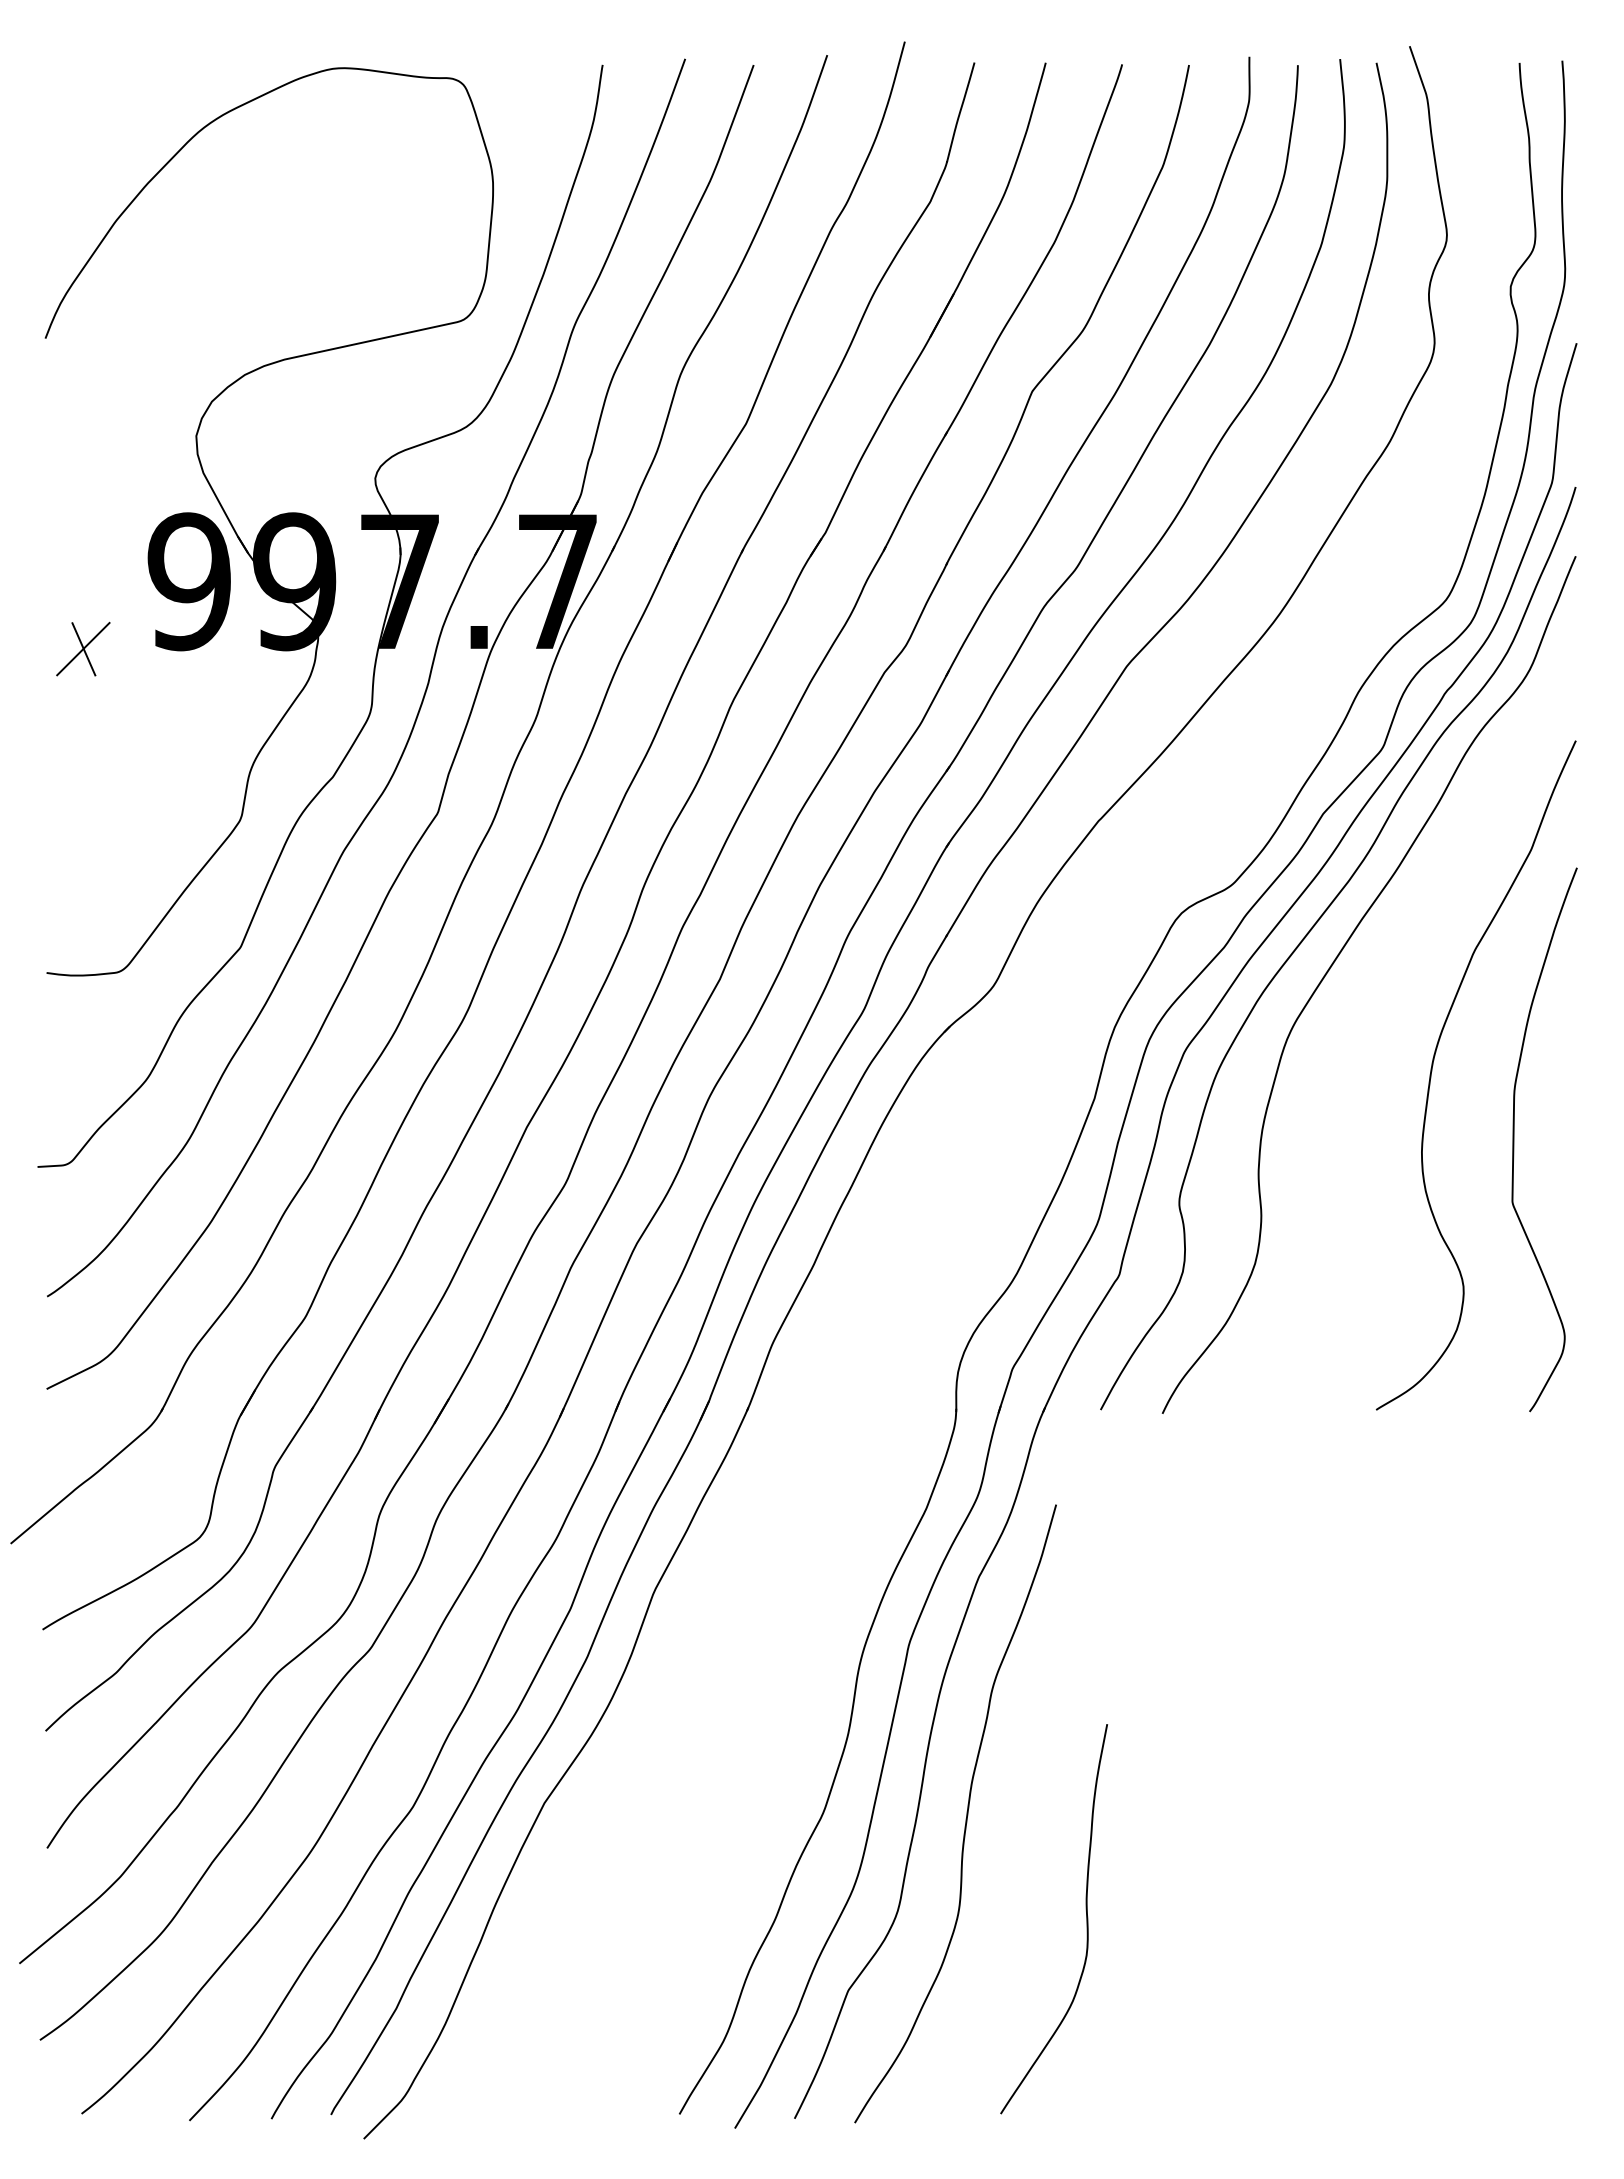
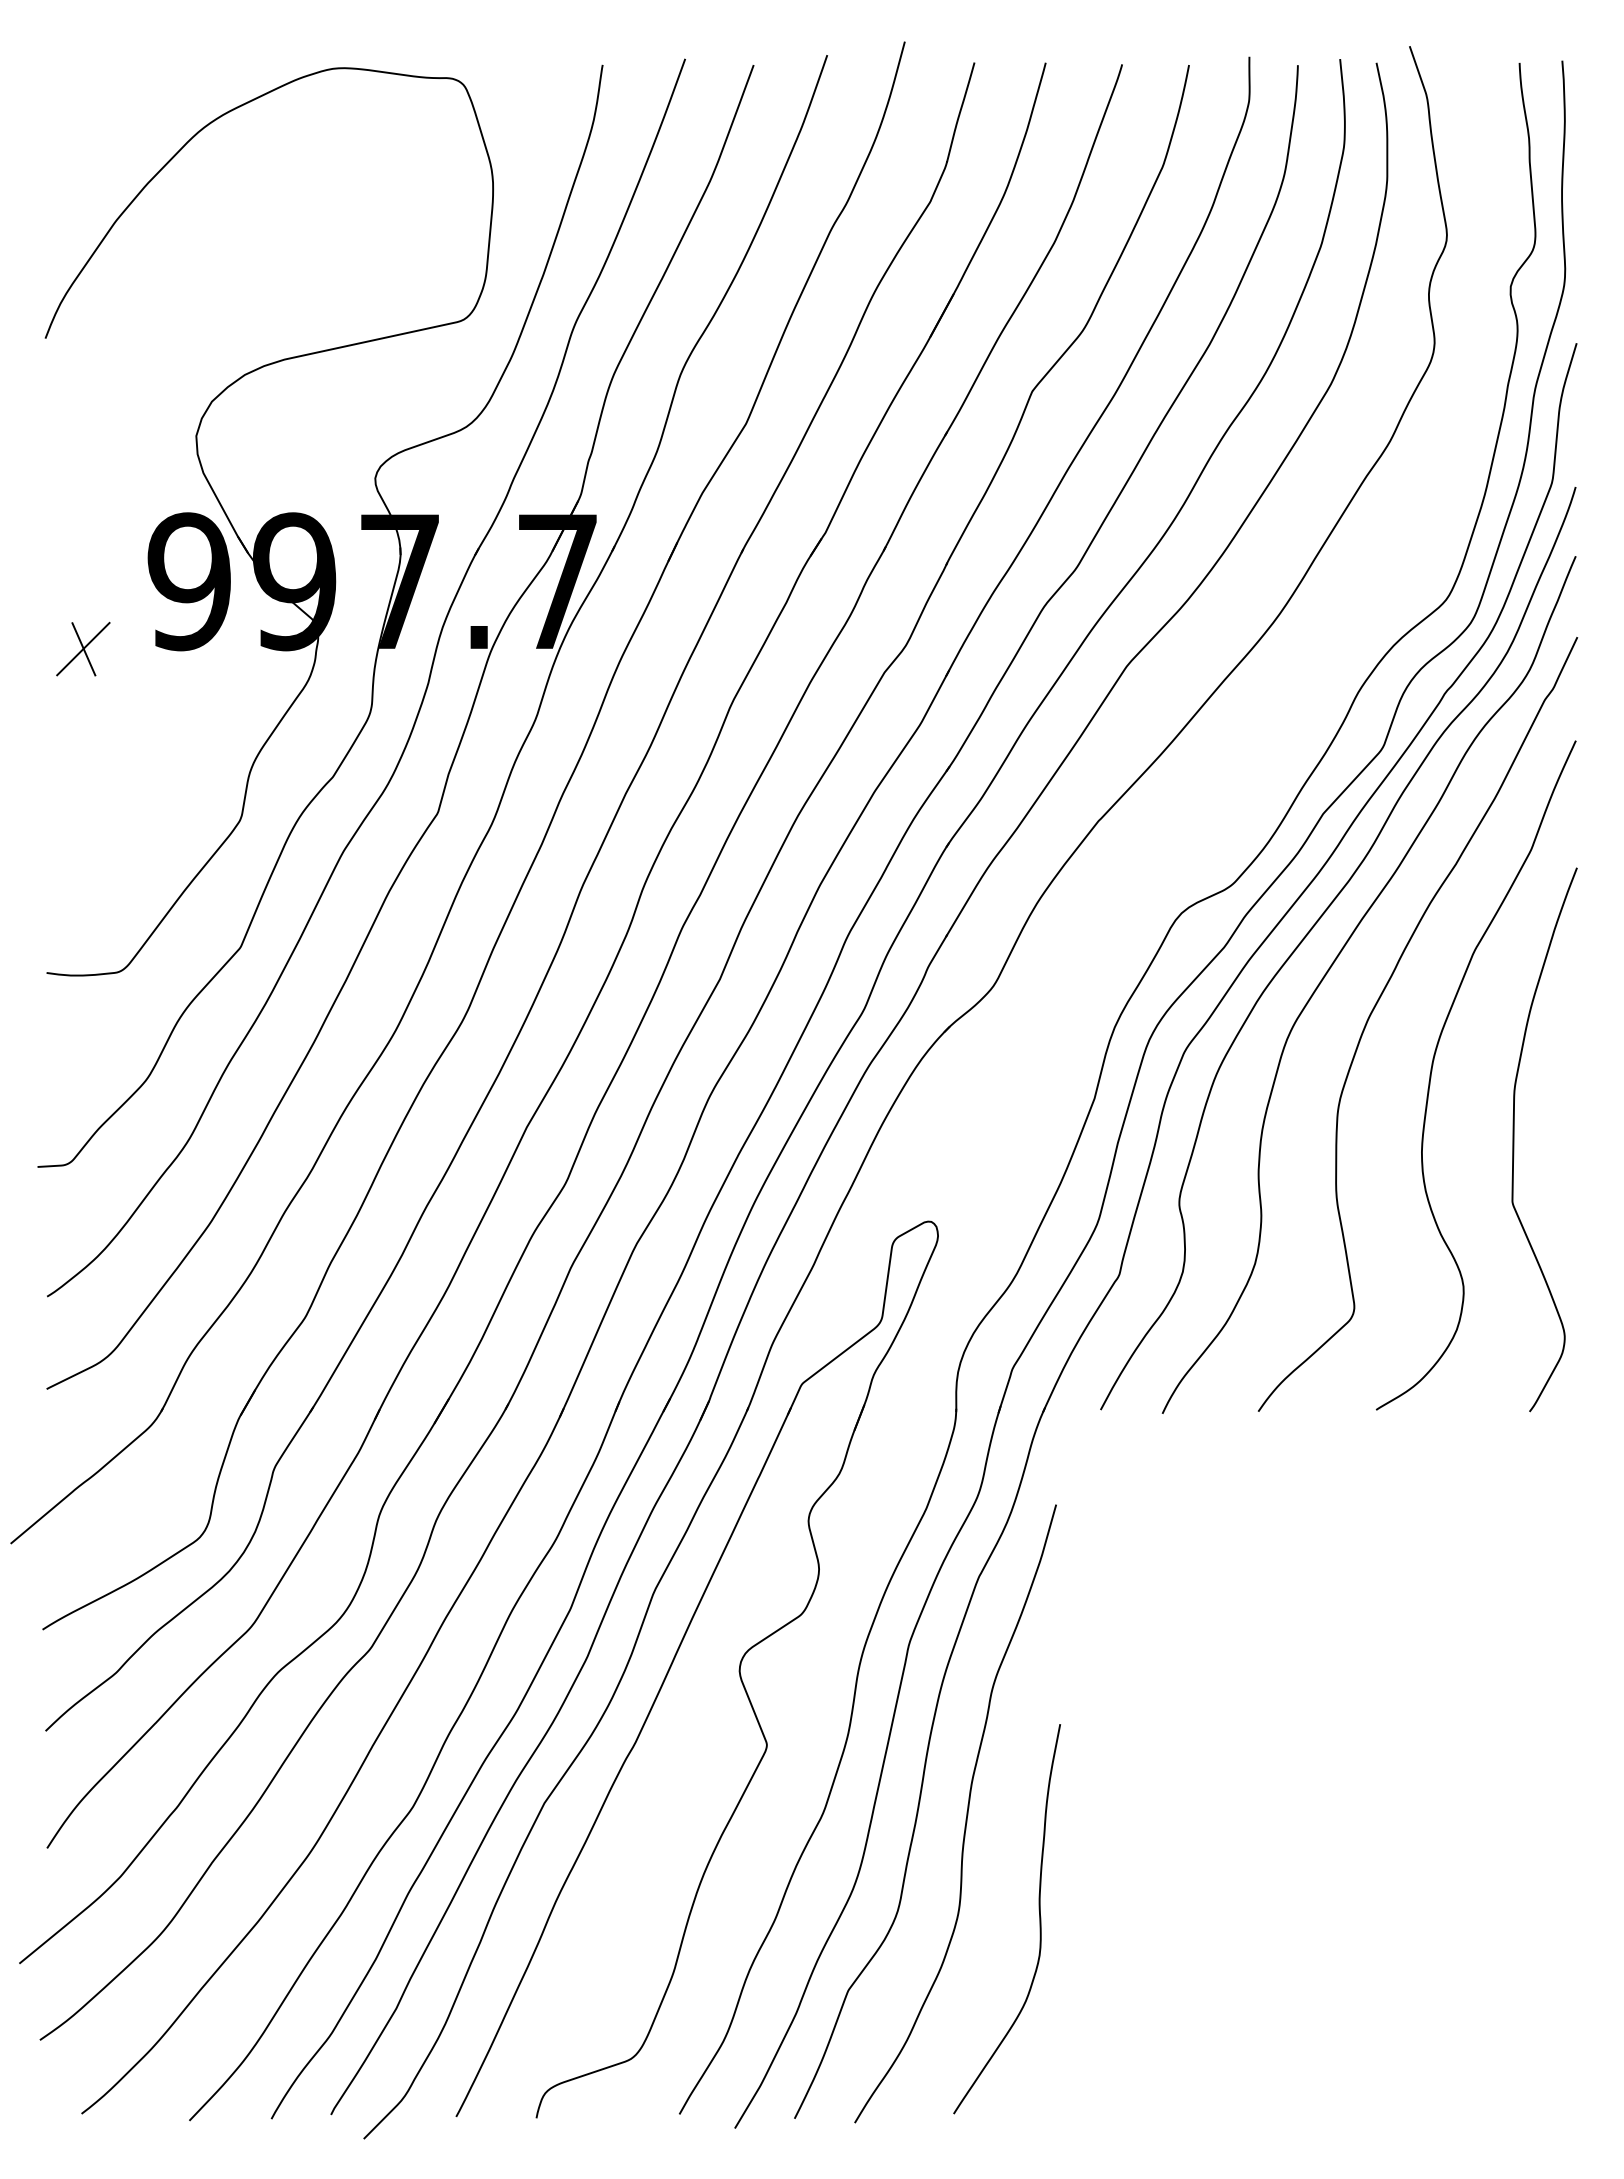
curve at (1377, 1004): none -> present
part at (675, 1658): none -> present
curve at (1086, 1919) position: (1086, 1919) -> (1039, 1919)
